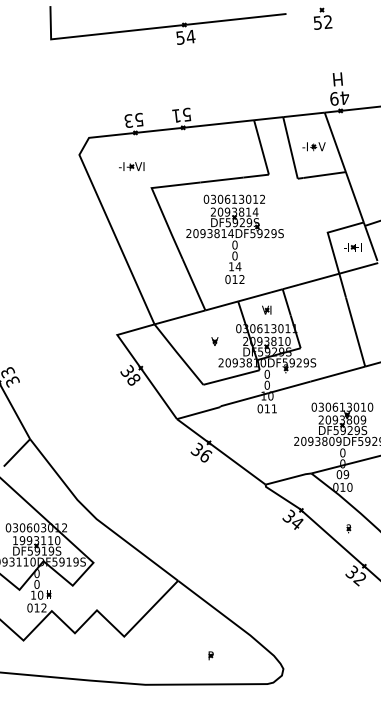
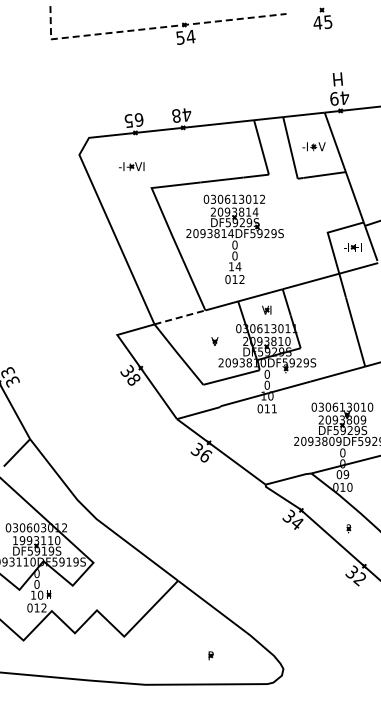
text at (322, 22): 52 -> 45
line at (151, 28): solid -> dashed
text at (181, 114): 51 -> 48
text at (133, 119): 53 -> 65
line at (180, 317): solid -> dashed
